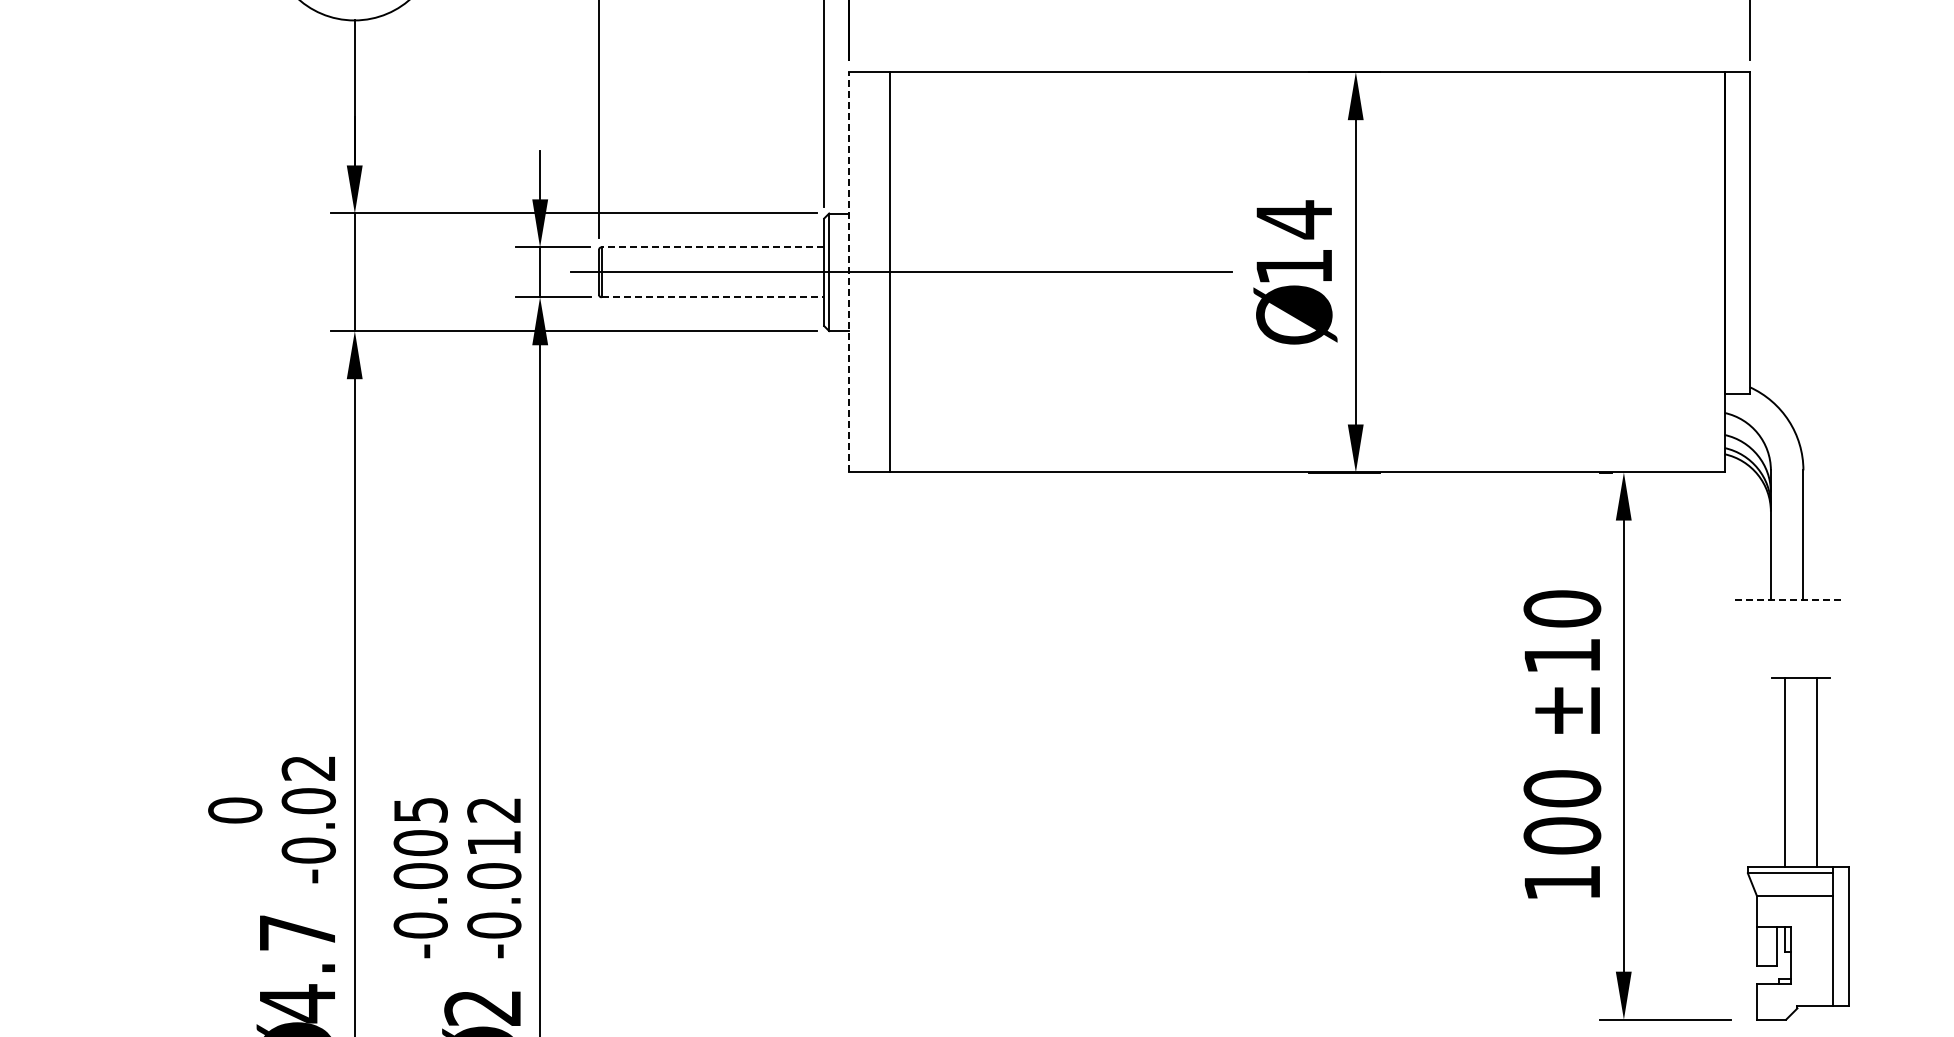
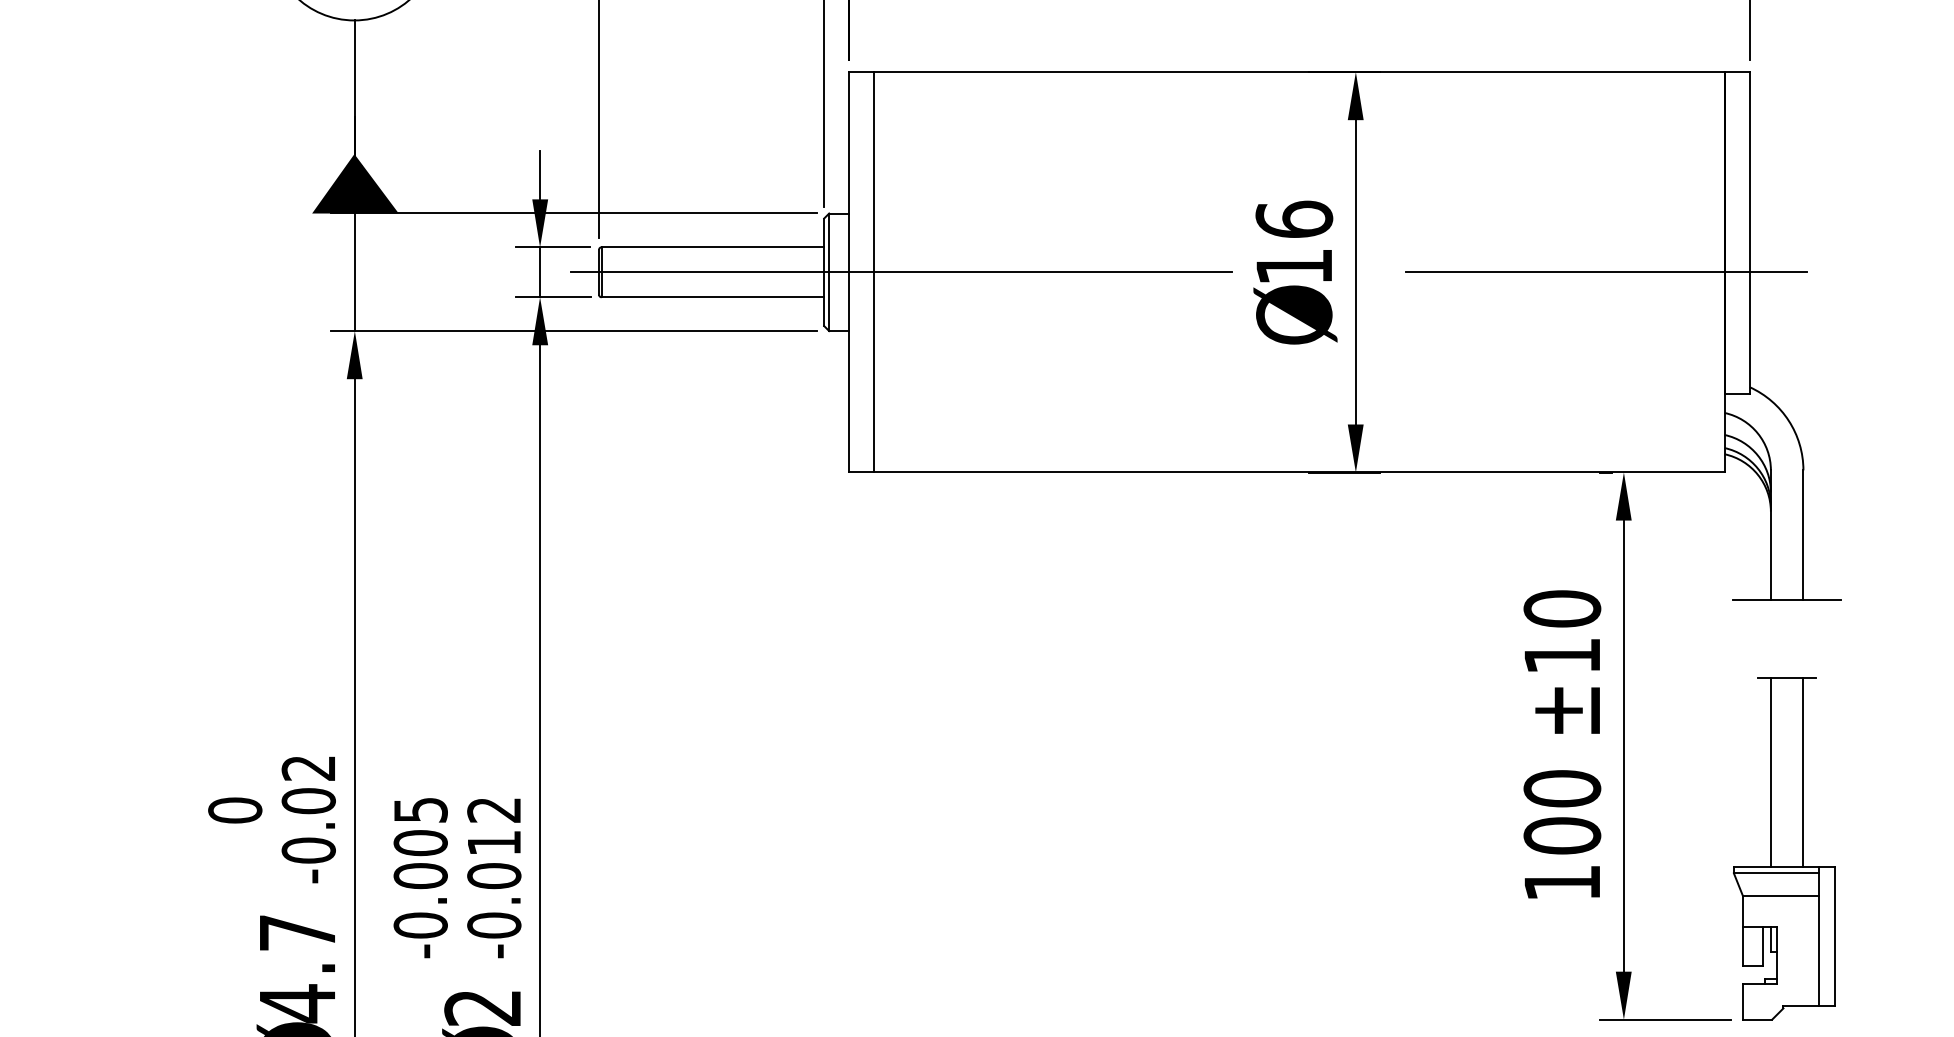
fill at (355, 183): none -> present
text at (1294, 219): 14 -> 16
line at (712, 247): dashed -> solid
line at (849, 271): dashed -> solid
line at (890, 272) position: (890, 272) -> (874, 272)
line at (1605, 272): none -> present
line at (713, 297): dashed -> solid
line at (1787, 600): dashed -> solid
part at (1798, 848) position: (1798, 848) -> (1784, 848)
